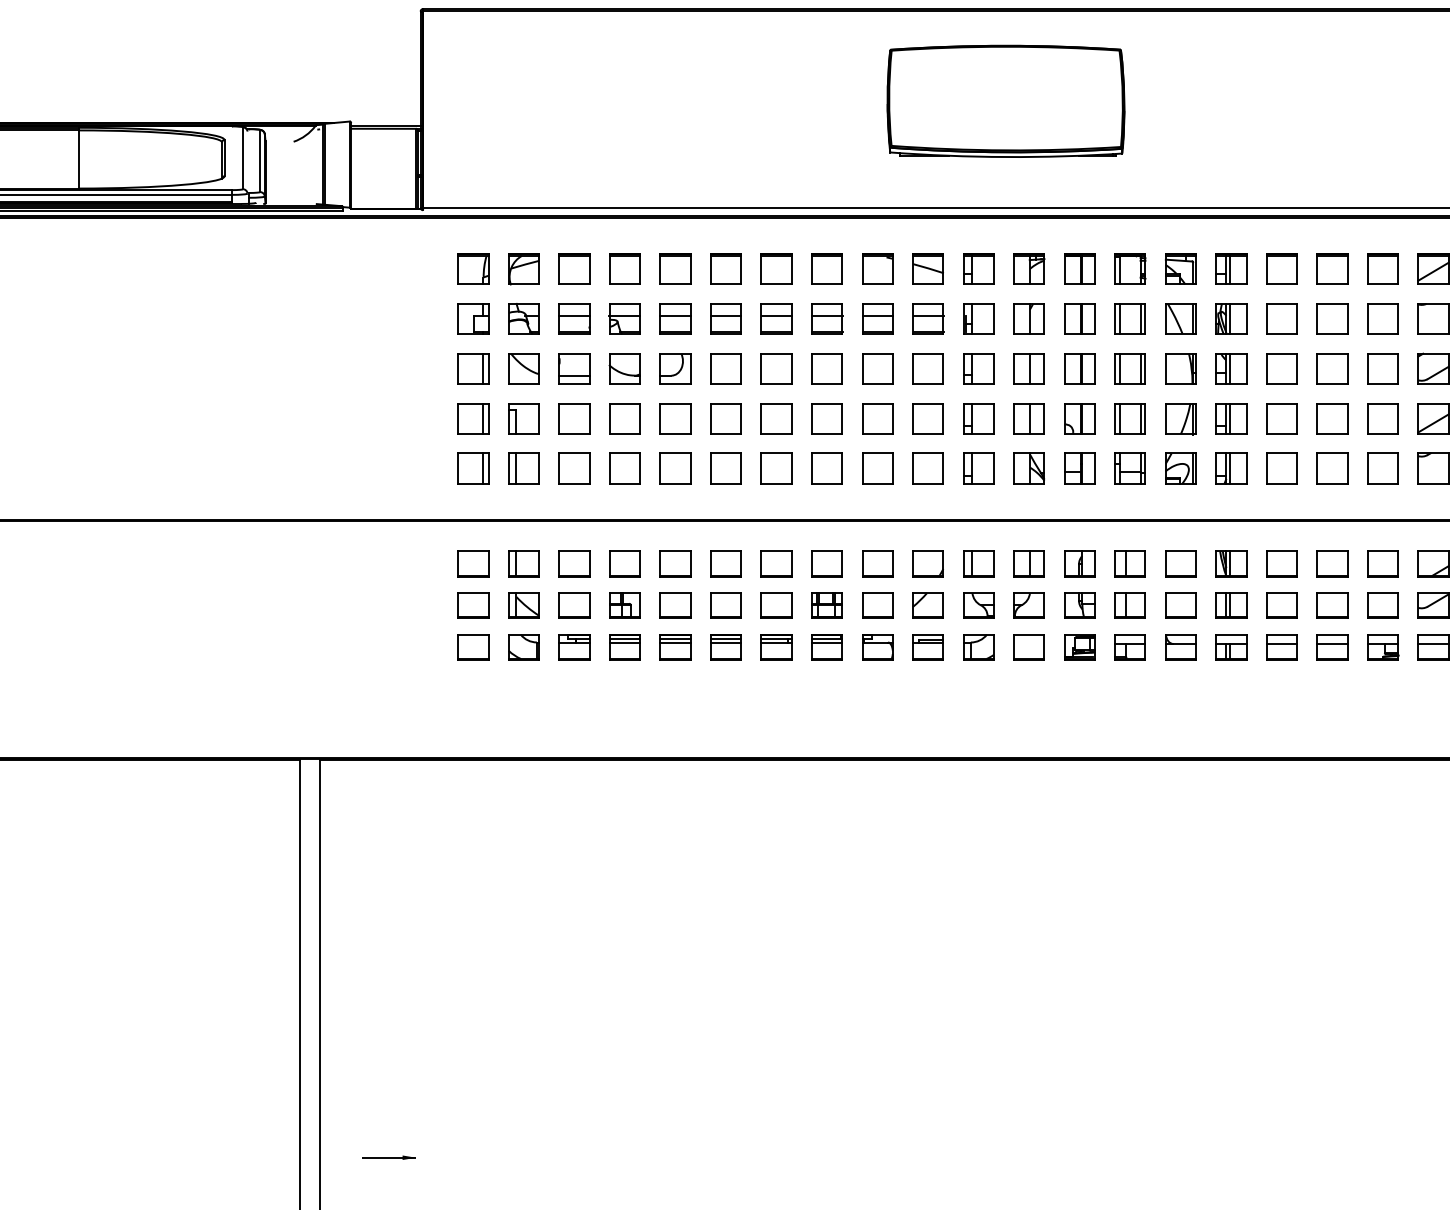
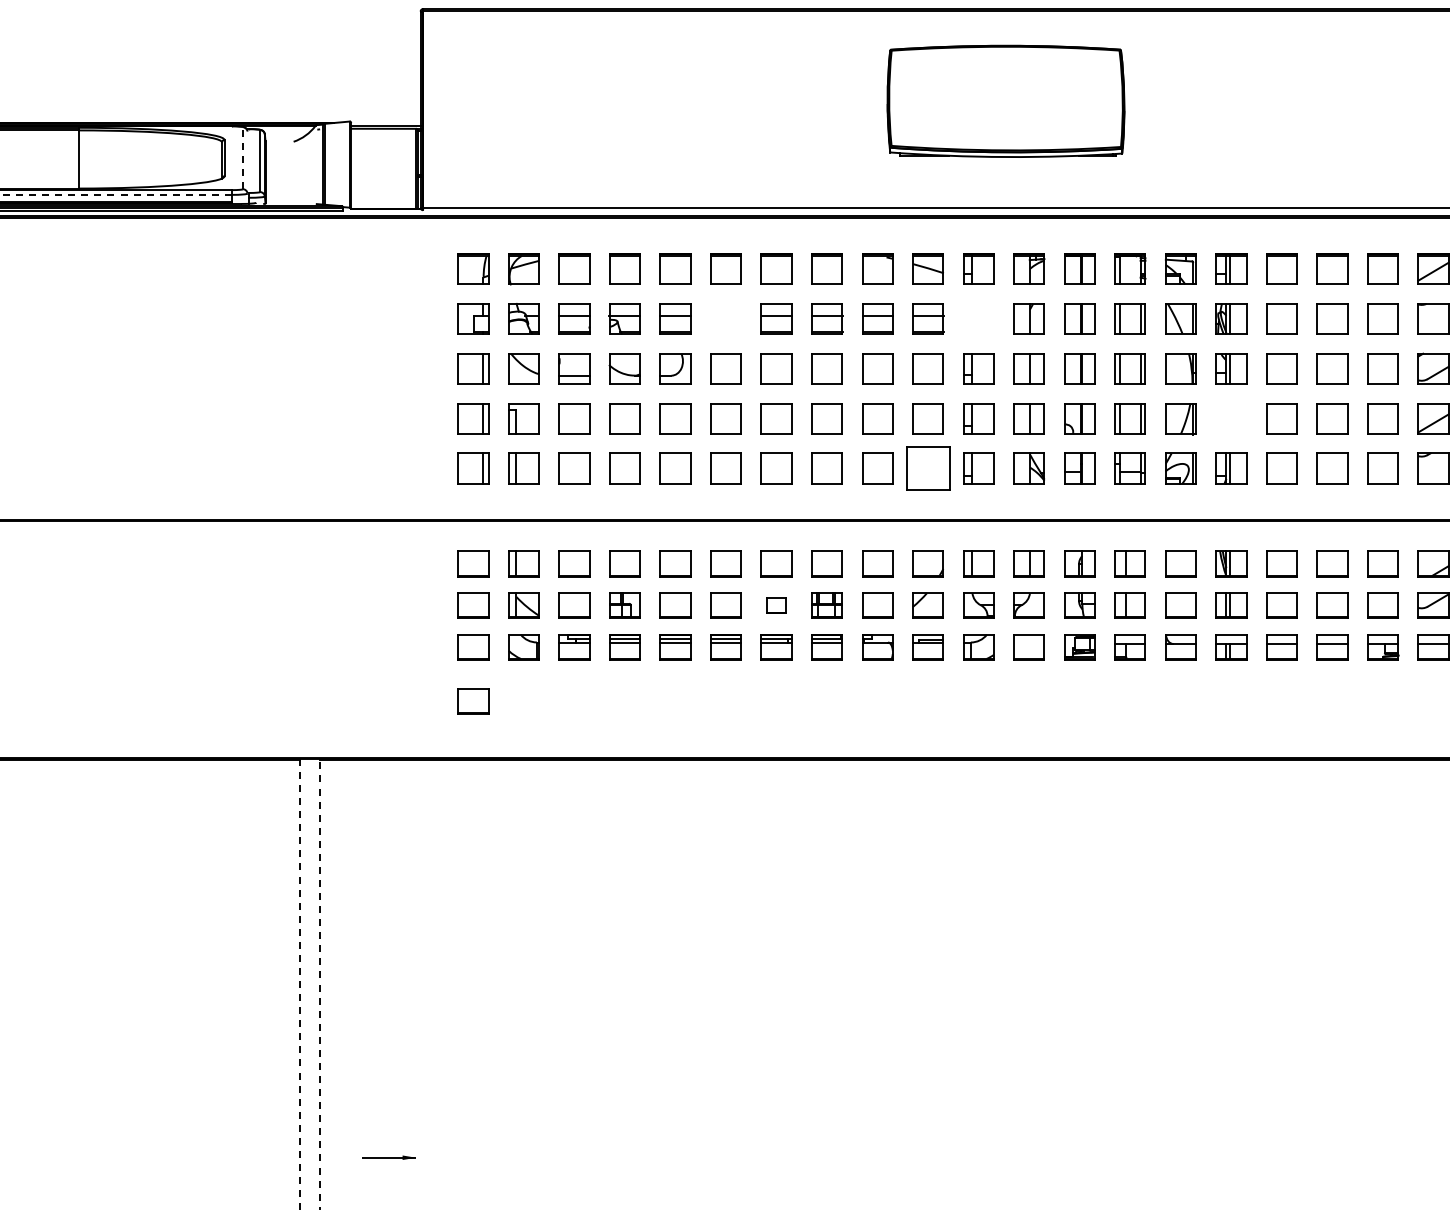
line at (242, 157): solid -> dashed
line at (116, 194): solid -> dashed
part at (725, 318): present -> none
part at (978, 318): present -> none
part at (1231, 418): present -> none
part at (927, 468) size: 32x33 px -> 45x45 px
part at (776, 605) size: 33x27 px -> 21x17 px
part at (473, 701): none -> present
line at (319, 983): solid -> dashed
line at (300, 984): solid -> dashed
